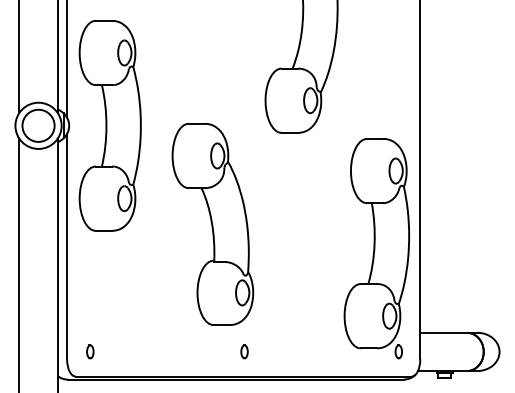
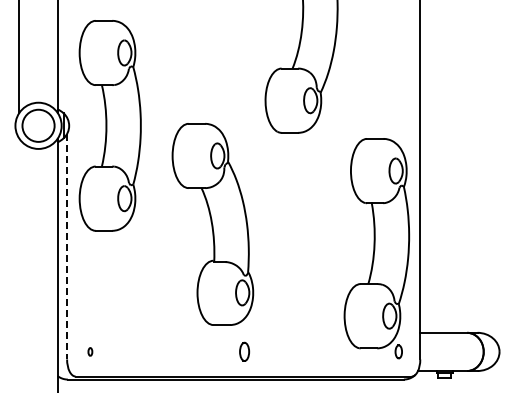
line at (67, 59): present -> none
line at (67, 246): solid -> dashed
line at (19, 263): present -> none
part at (90, 351) size: 9x16 px -> 7x10 px
part at (244, 351) size: 9x16 px -> 12x21 px
